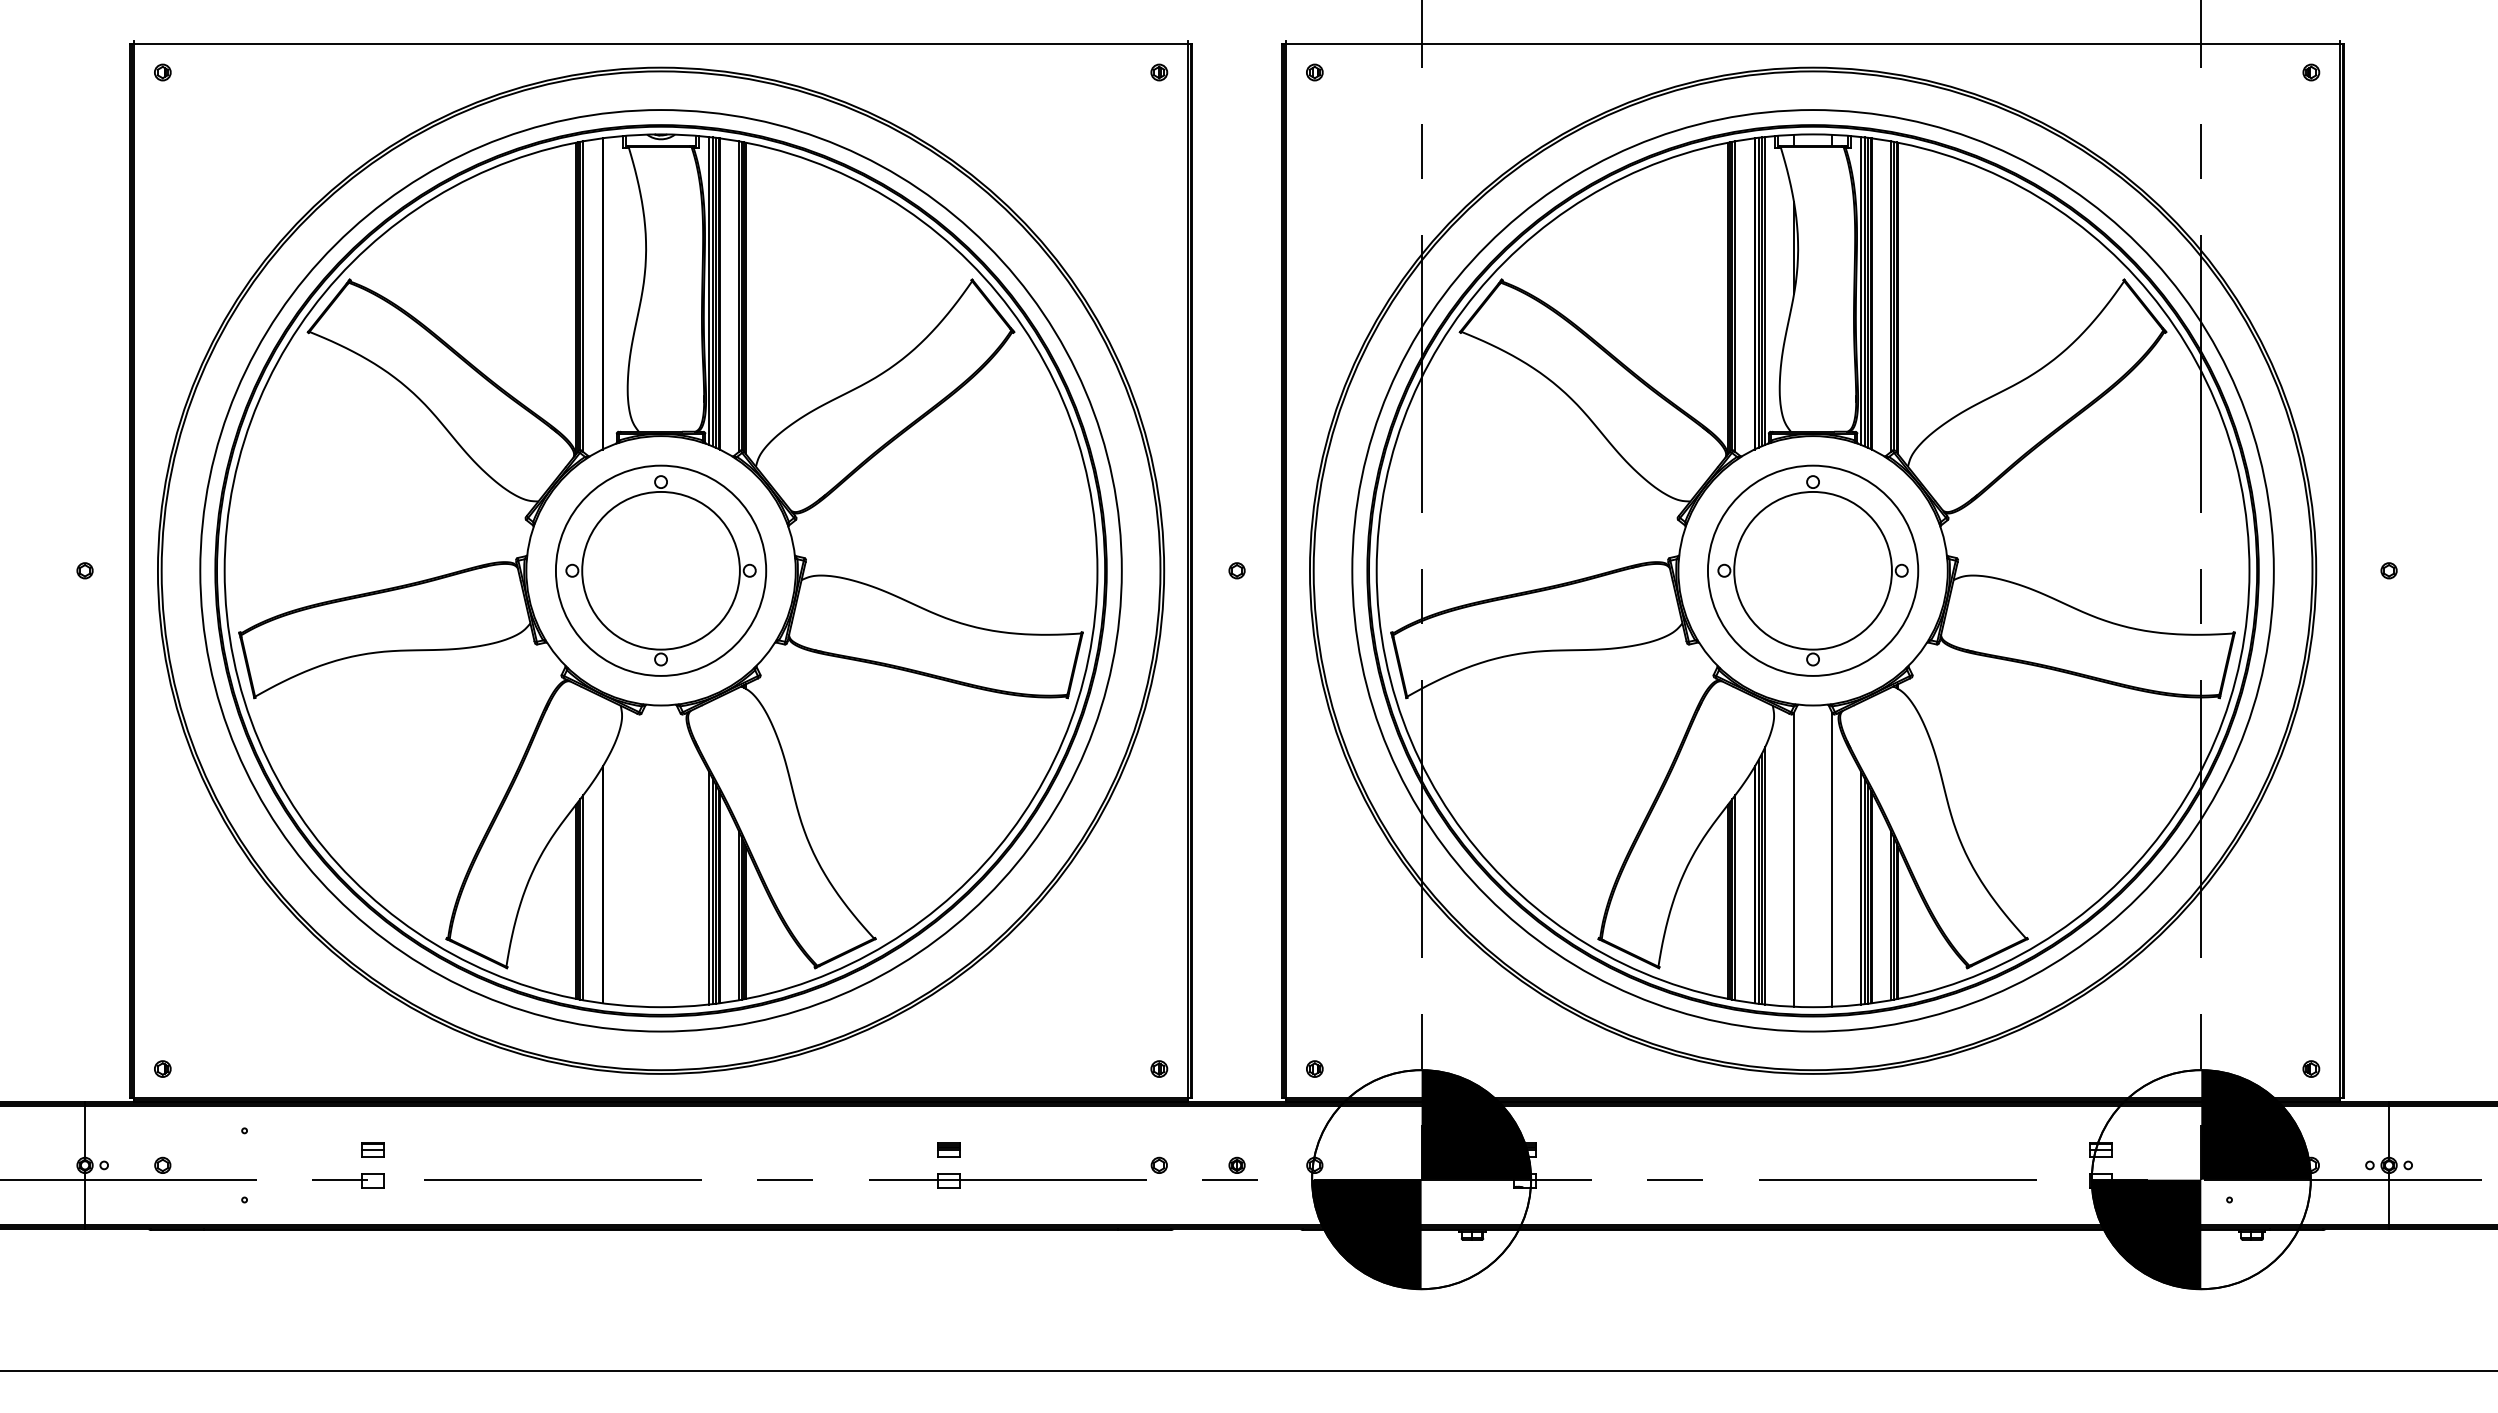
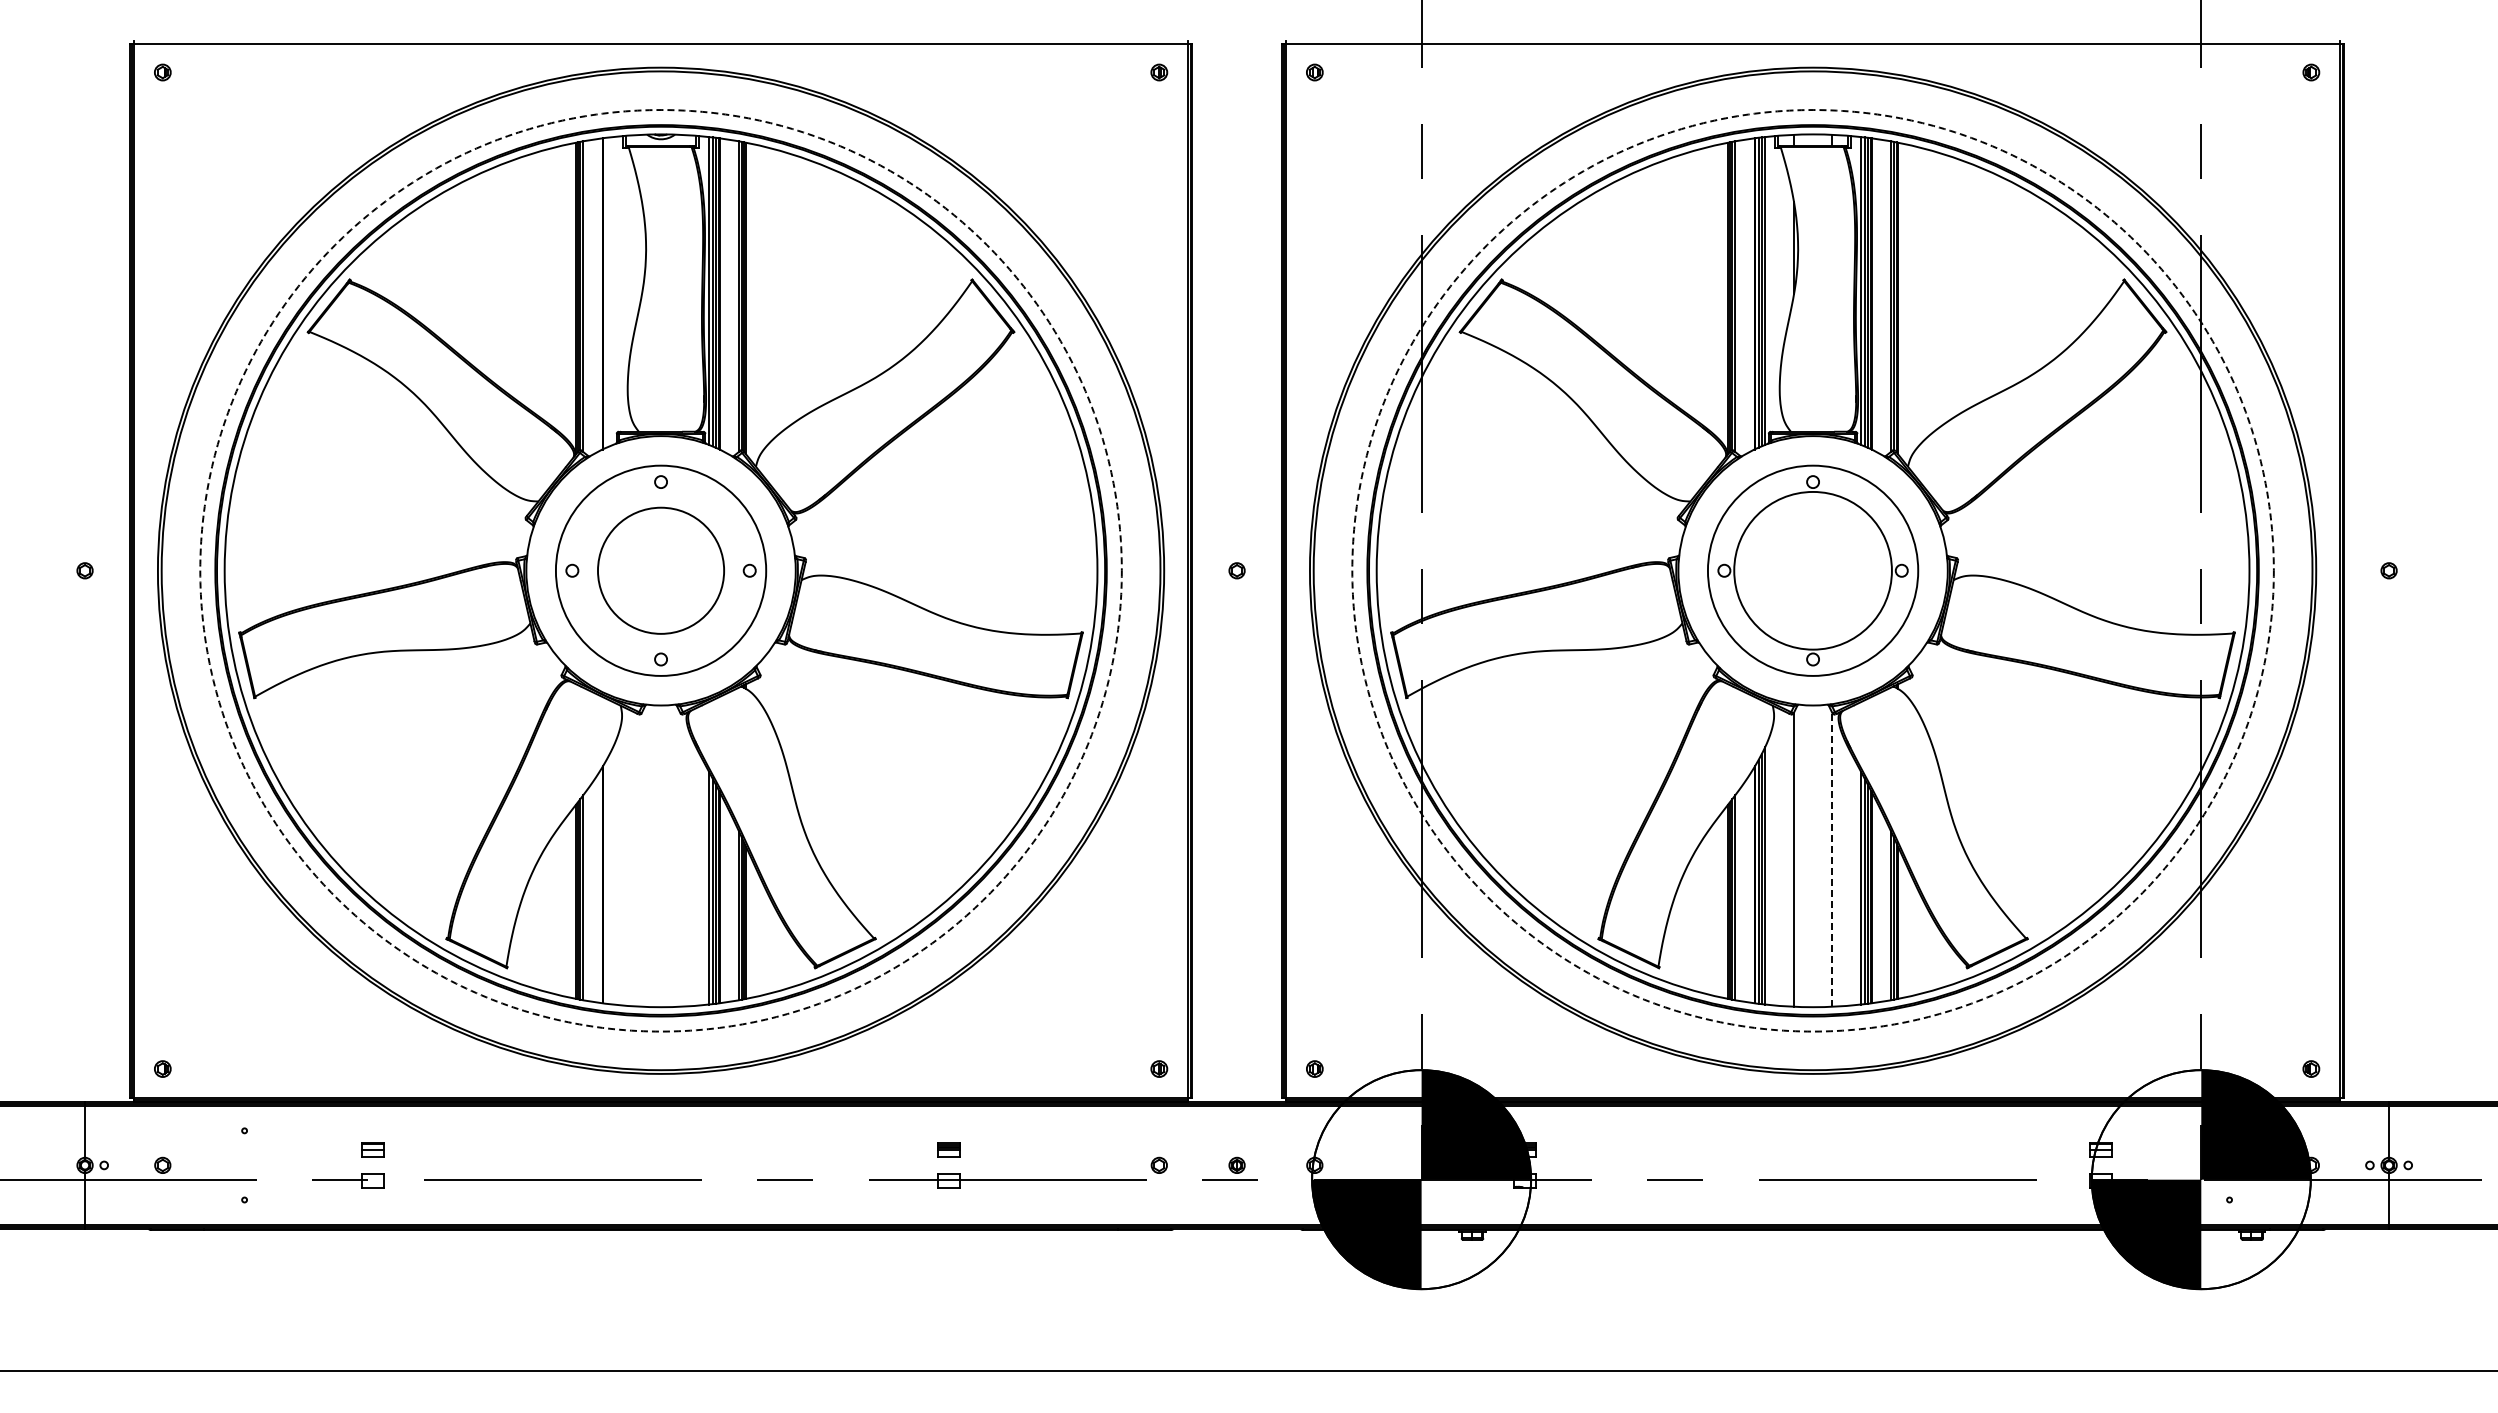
circle at (660, 570) diameter: 158 px -> 126 px
circle at (660, 570): solid -> dashed
circle at (1812, 570): solid -> dashed
line at (1832, 859): solid -> dashed
